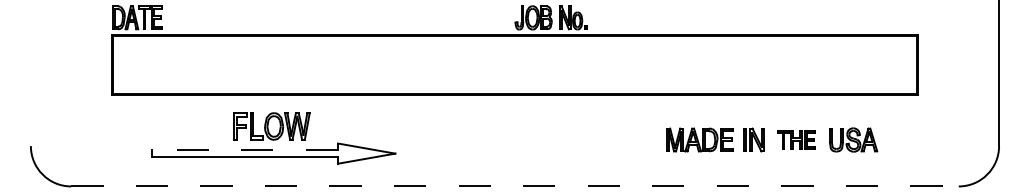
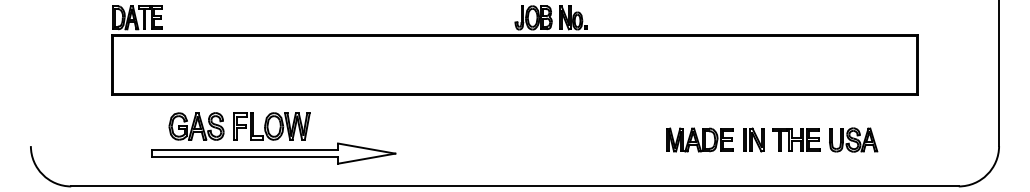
part at (196, 126): none -> present
part at (796, 139) size: 39x20 px -> 49x24 px
line at (245, 150): dashed -> solid
line at (514, 186): dashed -> solid
